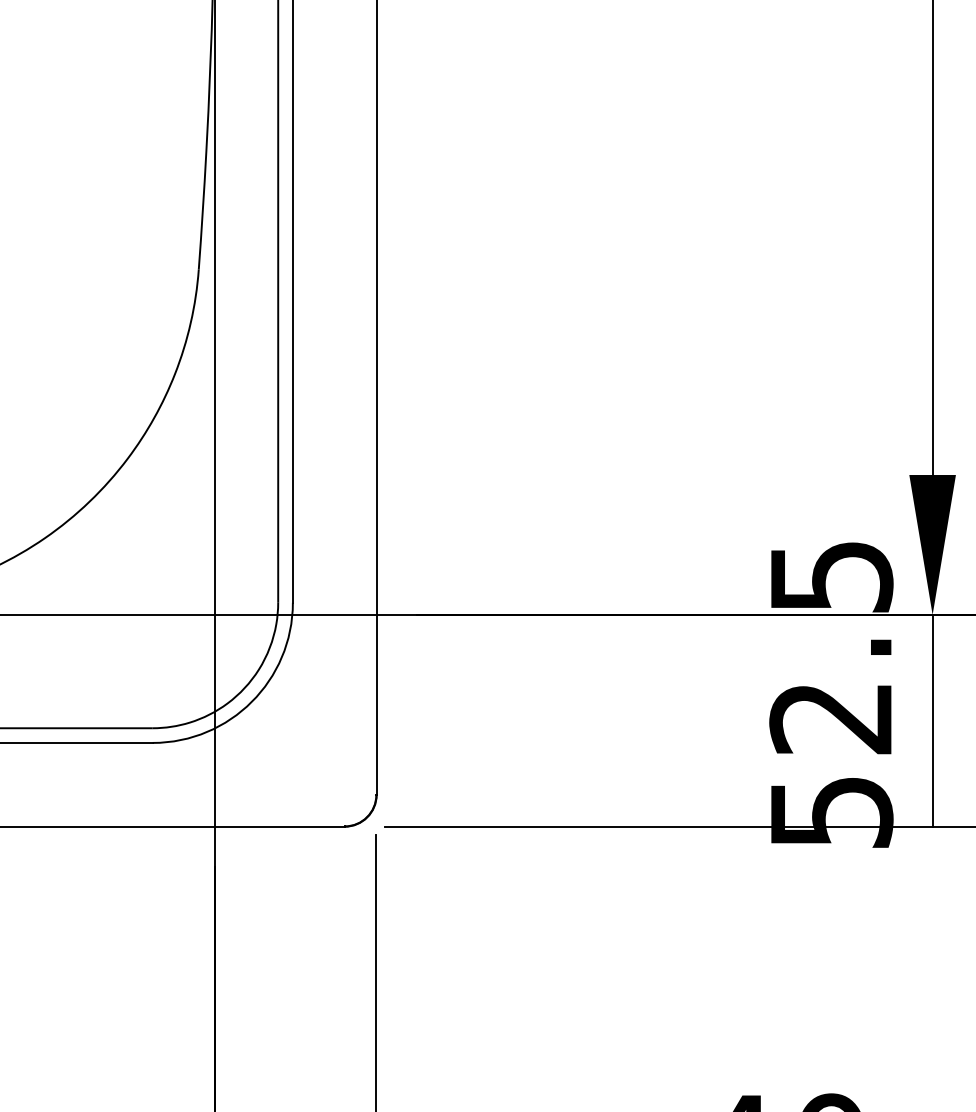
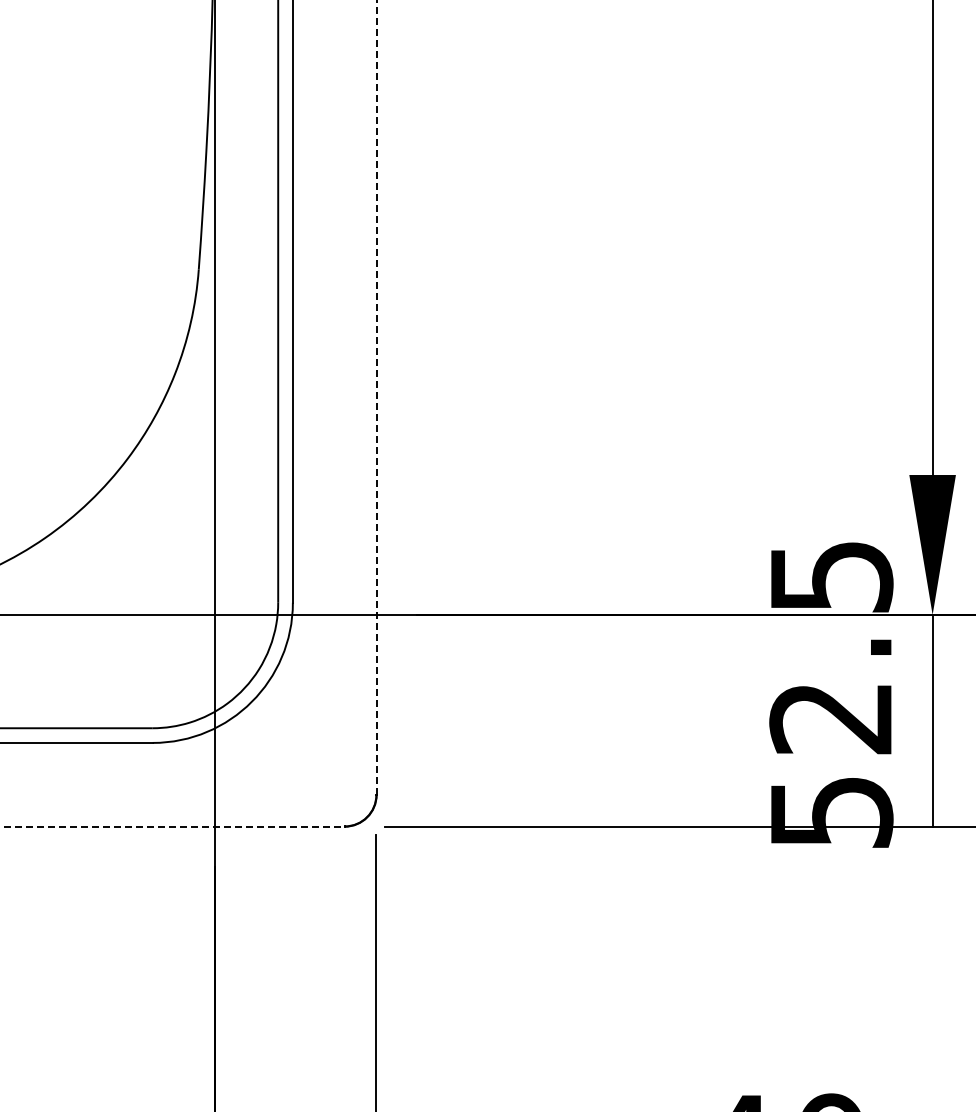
line at (376, 397): solid -> dashed
line at (172, 826): solid -> dashed
